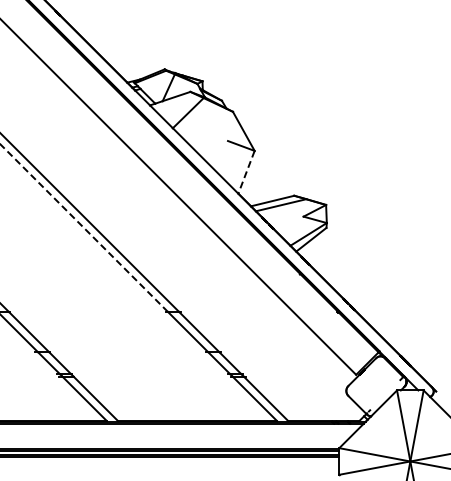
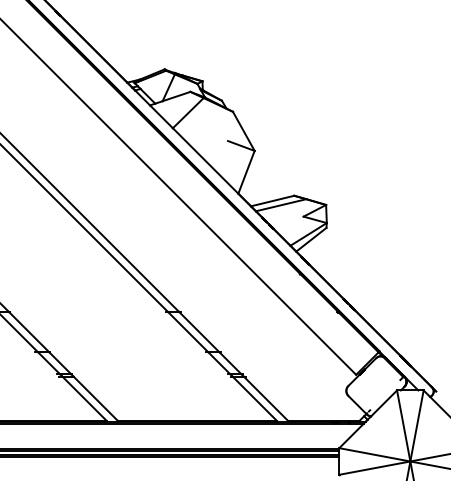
line at (246, 172): dashed -> solid
line at (83, 227): dashed -> solid
